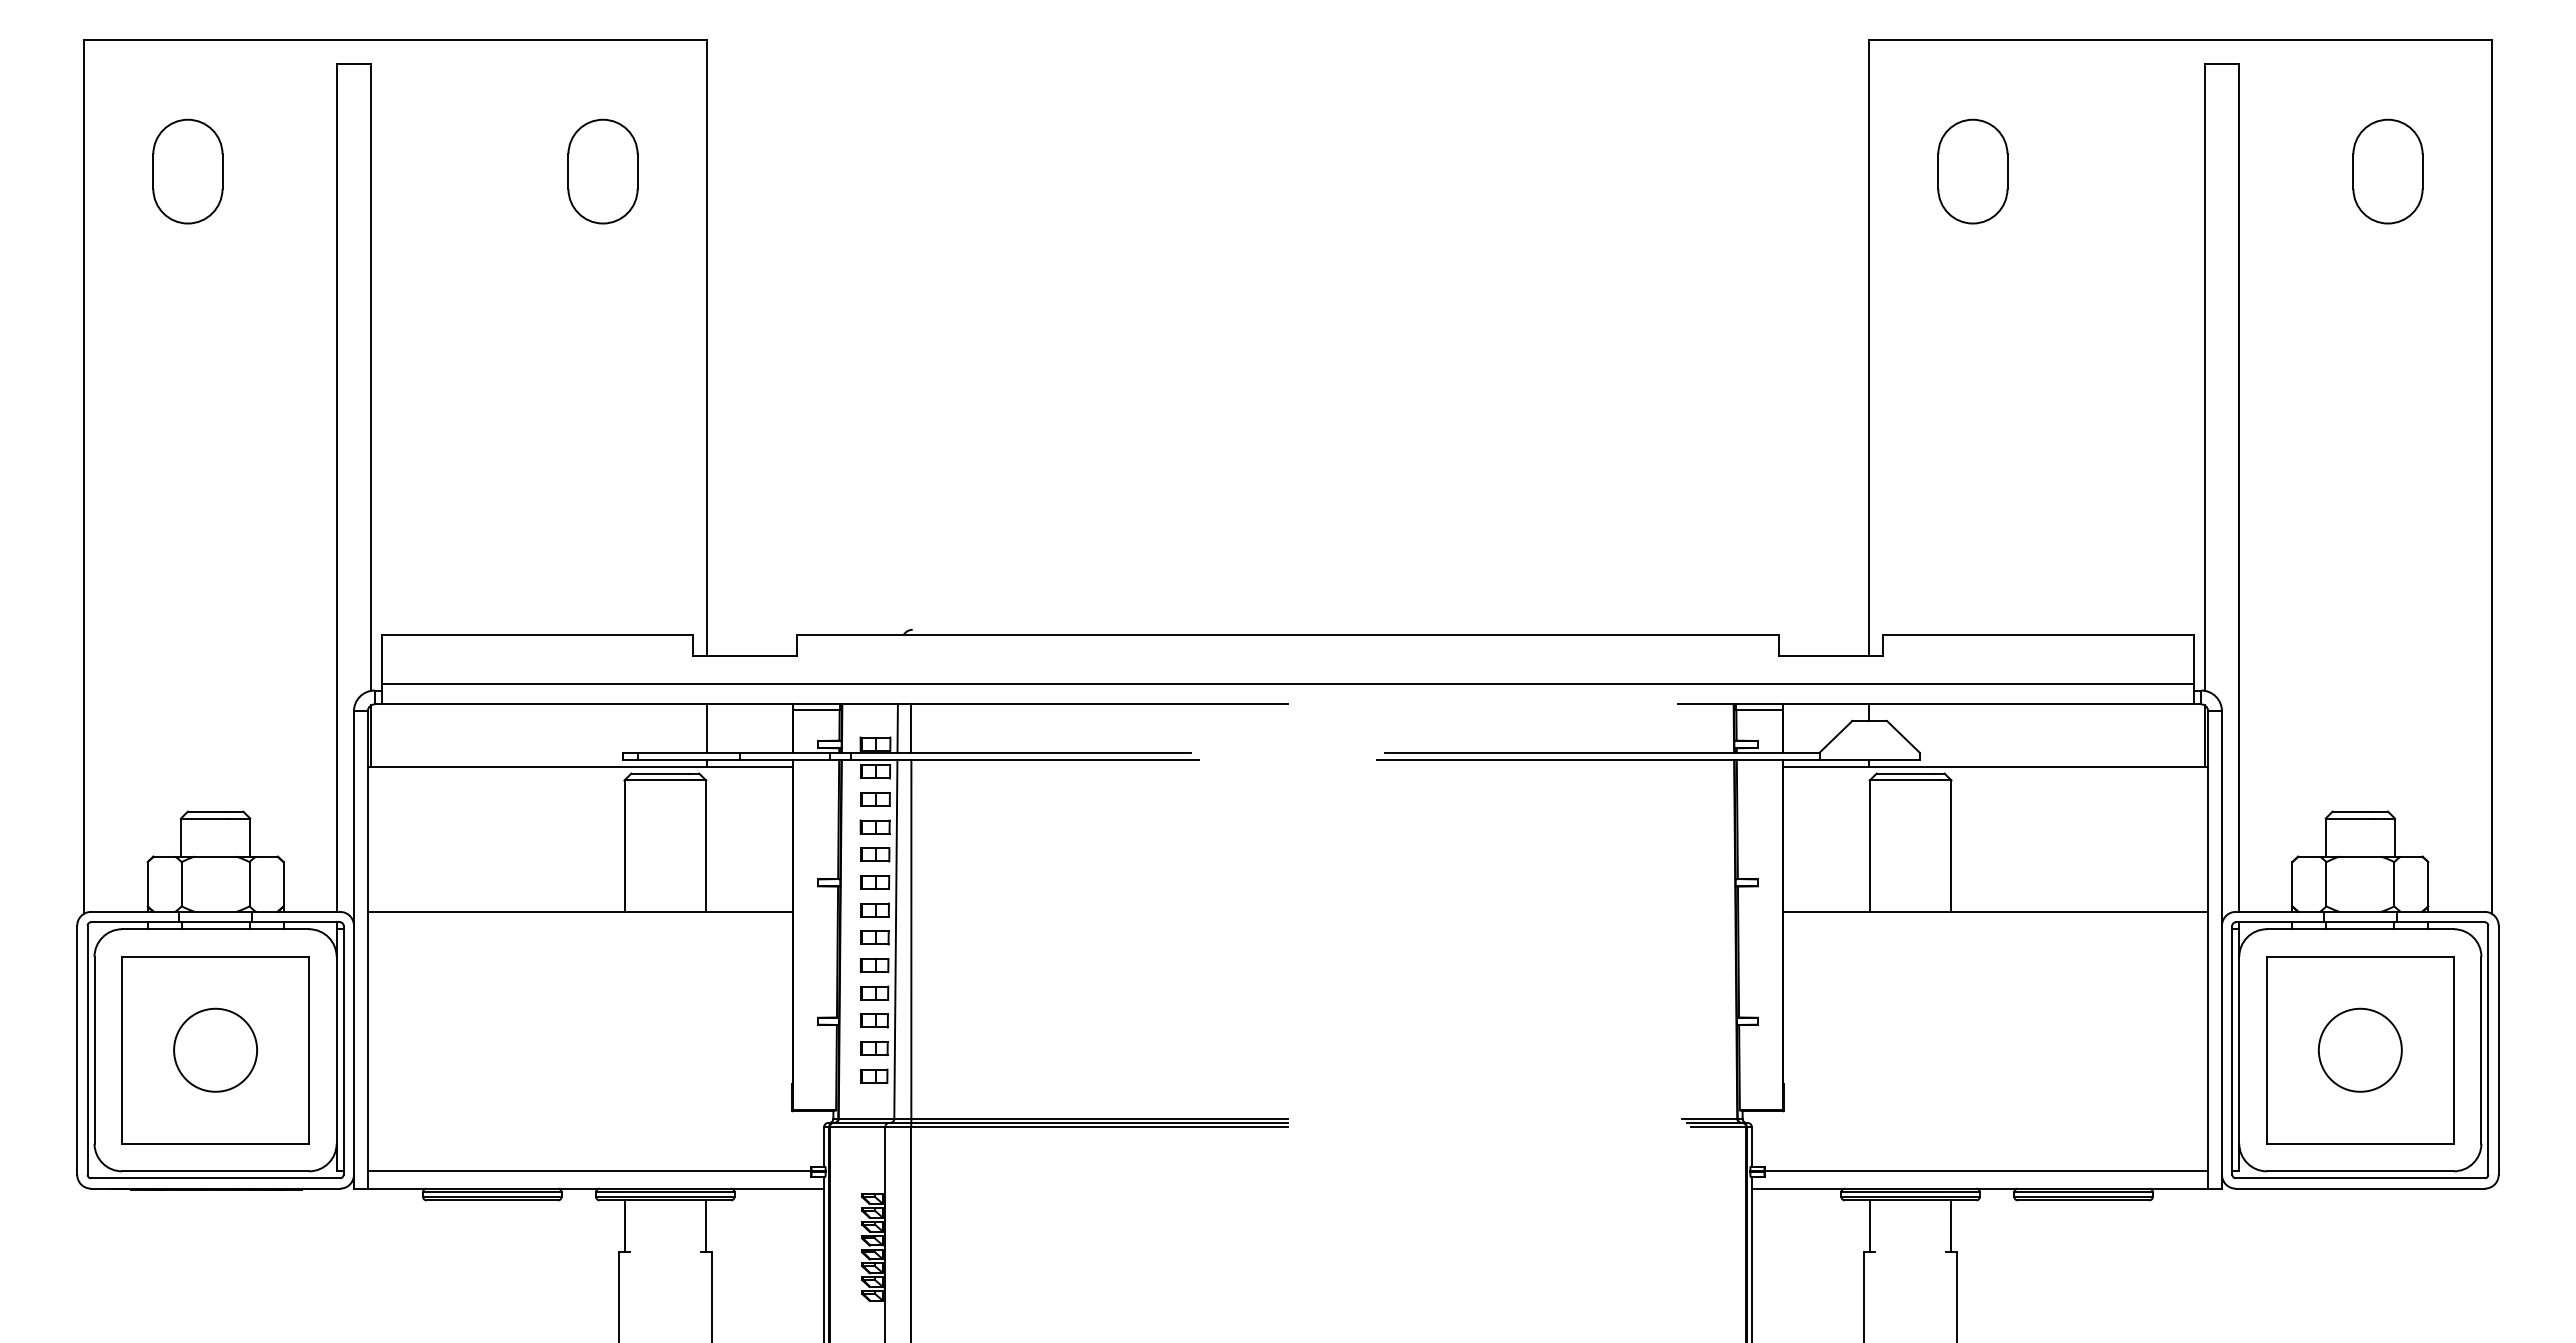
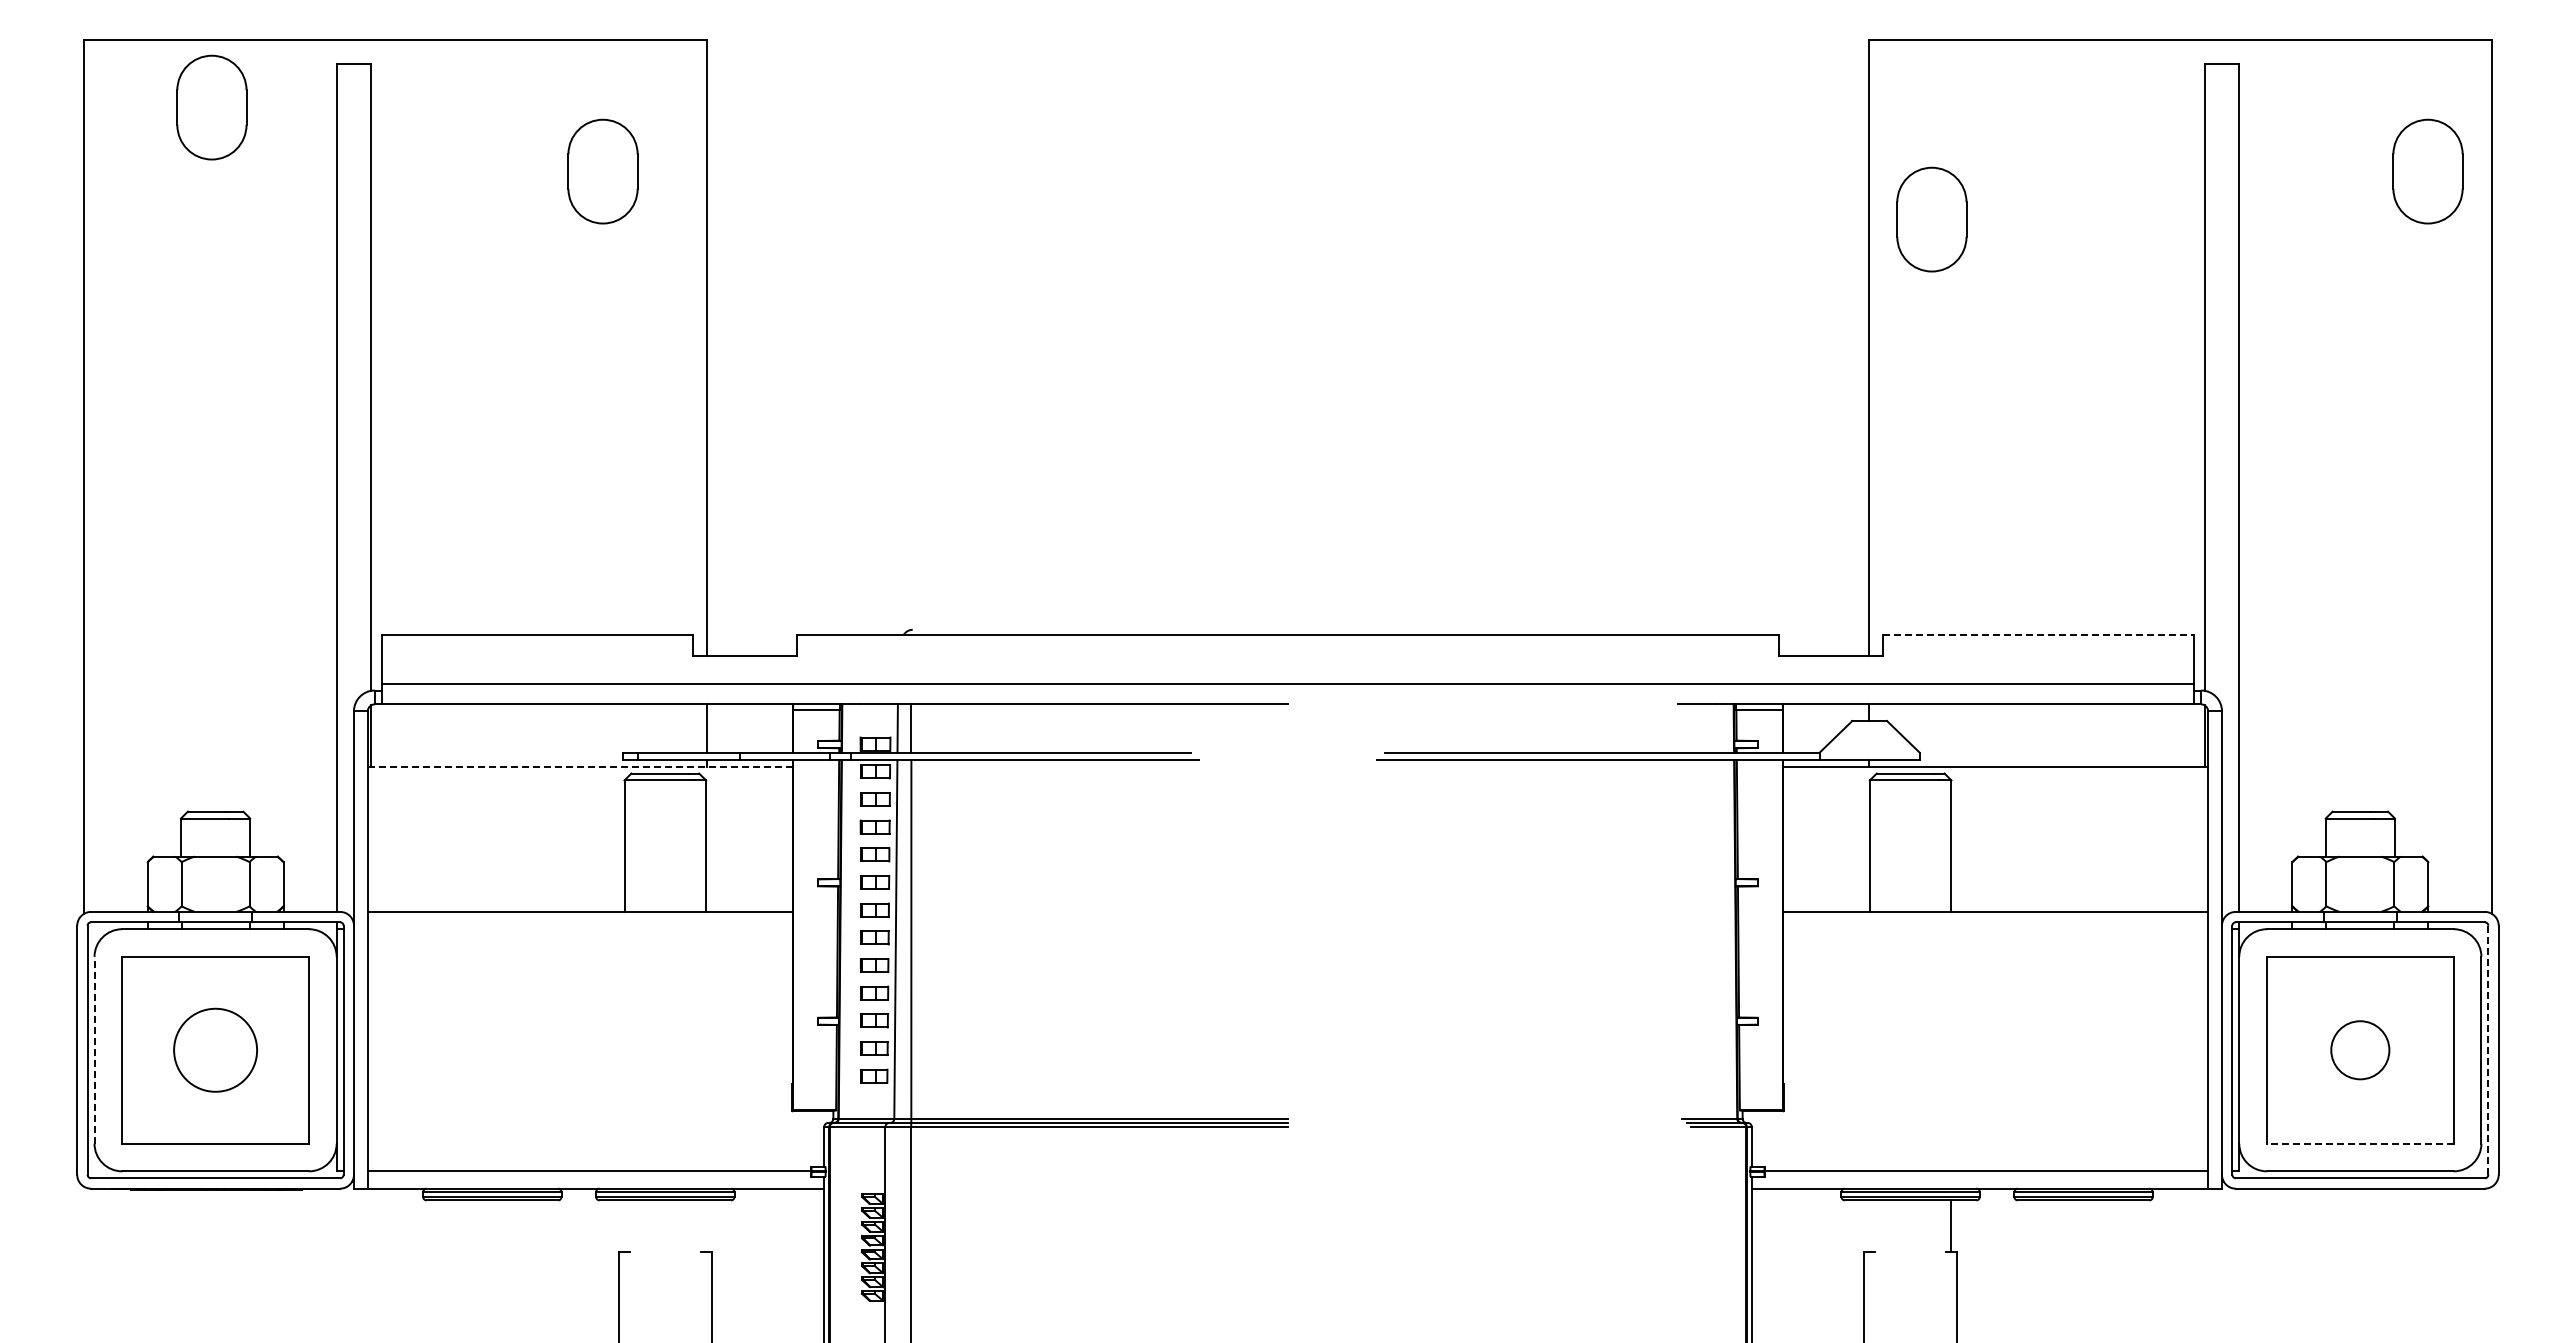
part at (187, 171) position: (187, 171) -> (211, 107)
part at (1972, 171) position: (1972, 171) -> (1931, 219)
part at (2387, 171) position: (2387, 171) -> (2427, 171)
line at (2038, 635): solid -> dashed
line at (580, 766): solid -> dashed
line at (94, 1049): solid -> dashed
circle at (2359, 1049) diameter: 83 px -> 58 px
line at (2488, 1050): solid -> dashed
line at (2359, 1143): solid -> dashed
line at (624, 1226): present -> none
line at (706, 1226): present -> none
line at (1869, 1226): present -> none
